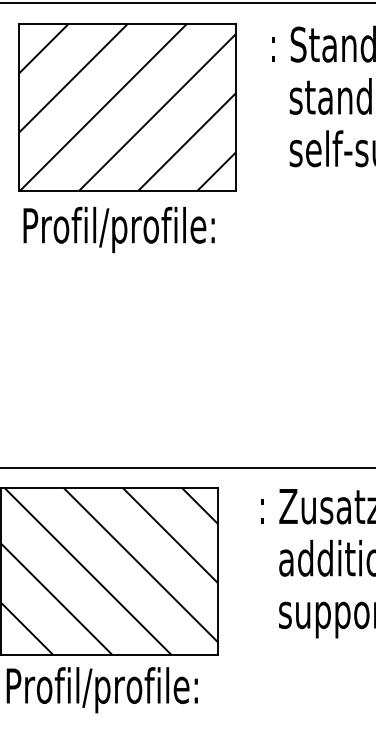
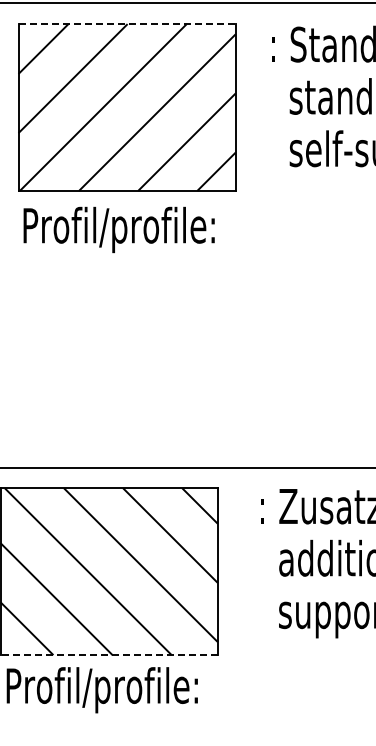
line at (127, 24): solid -> dashed
line at (109, 655): solid -> dashed
